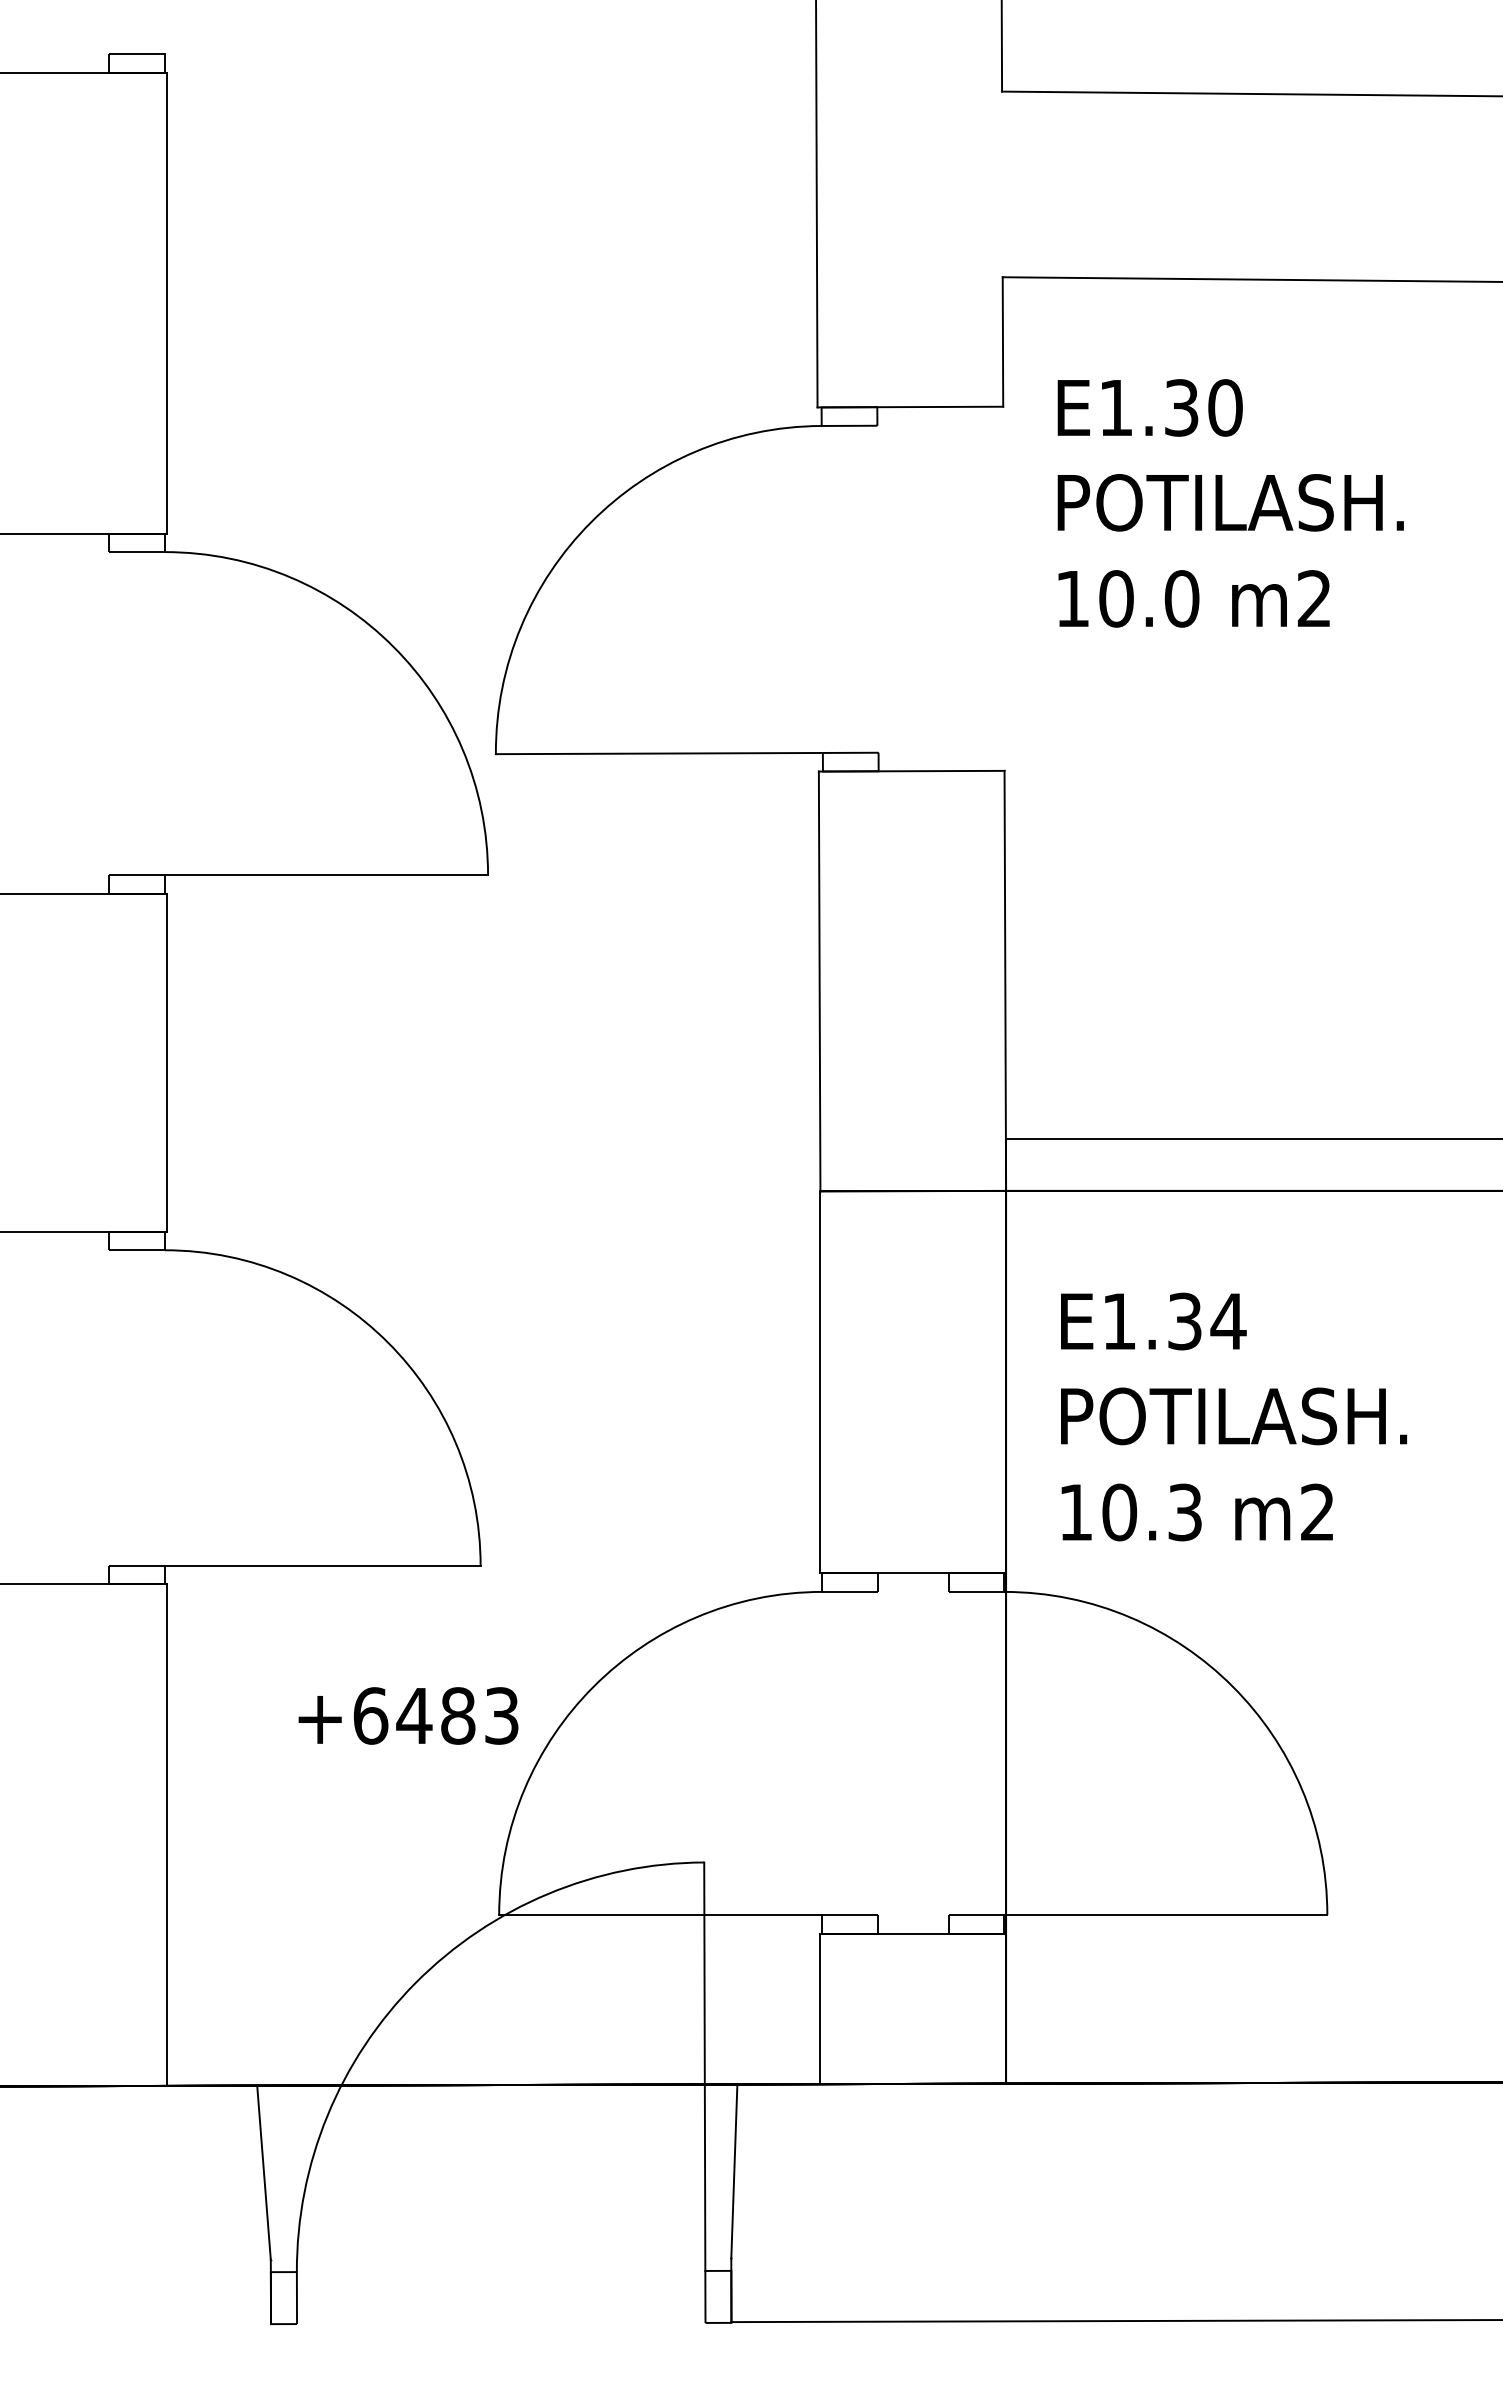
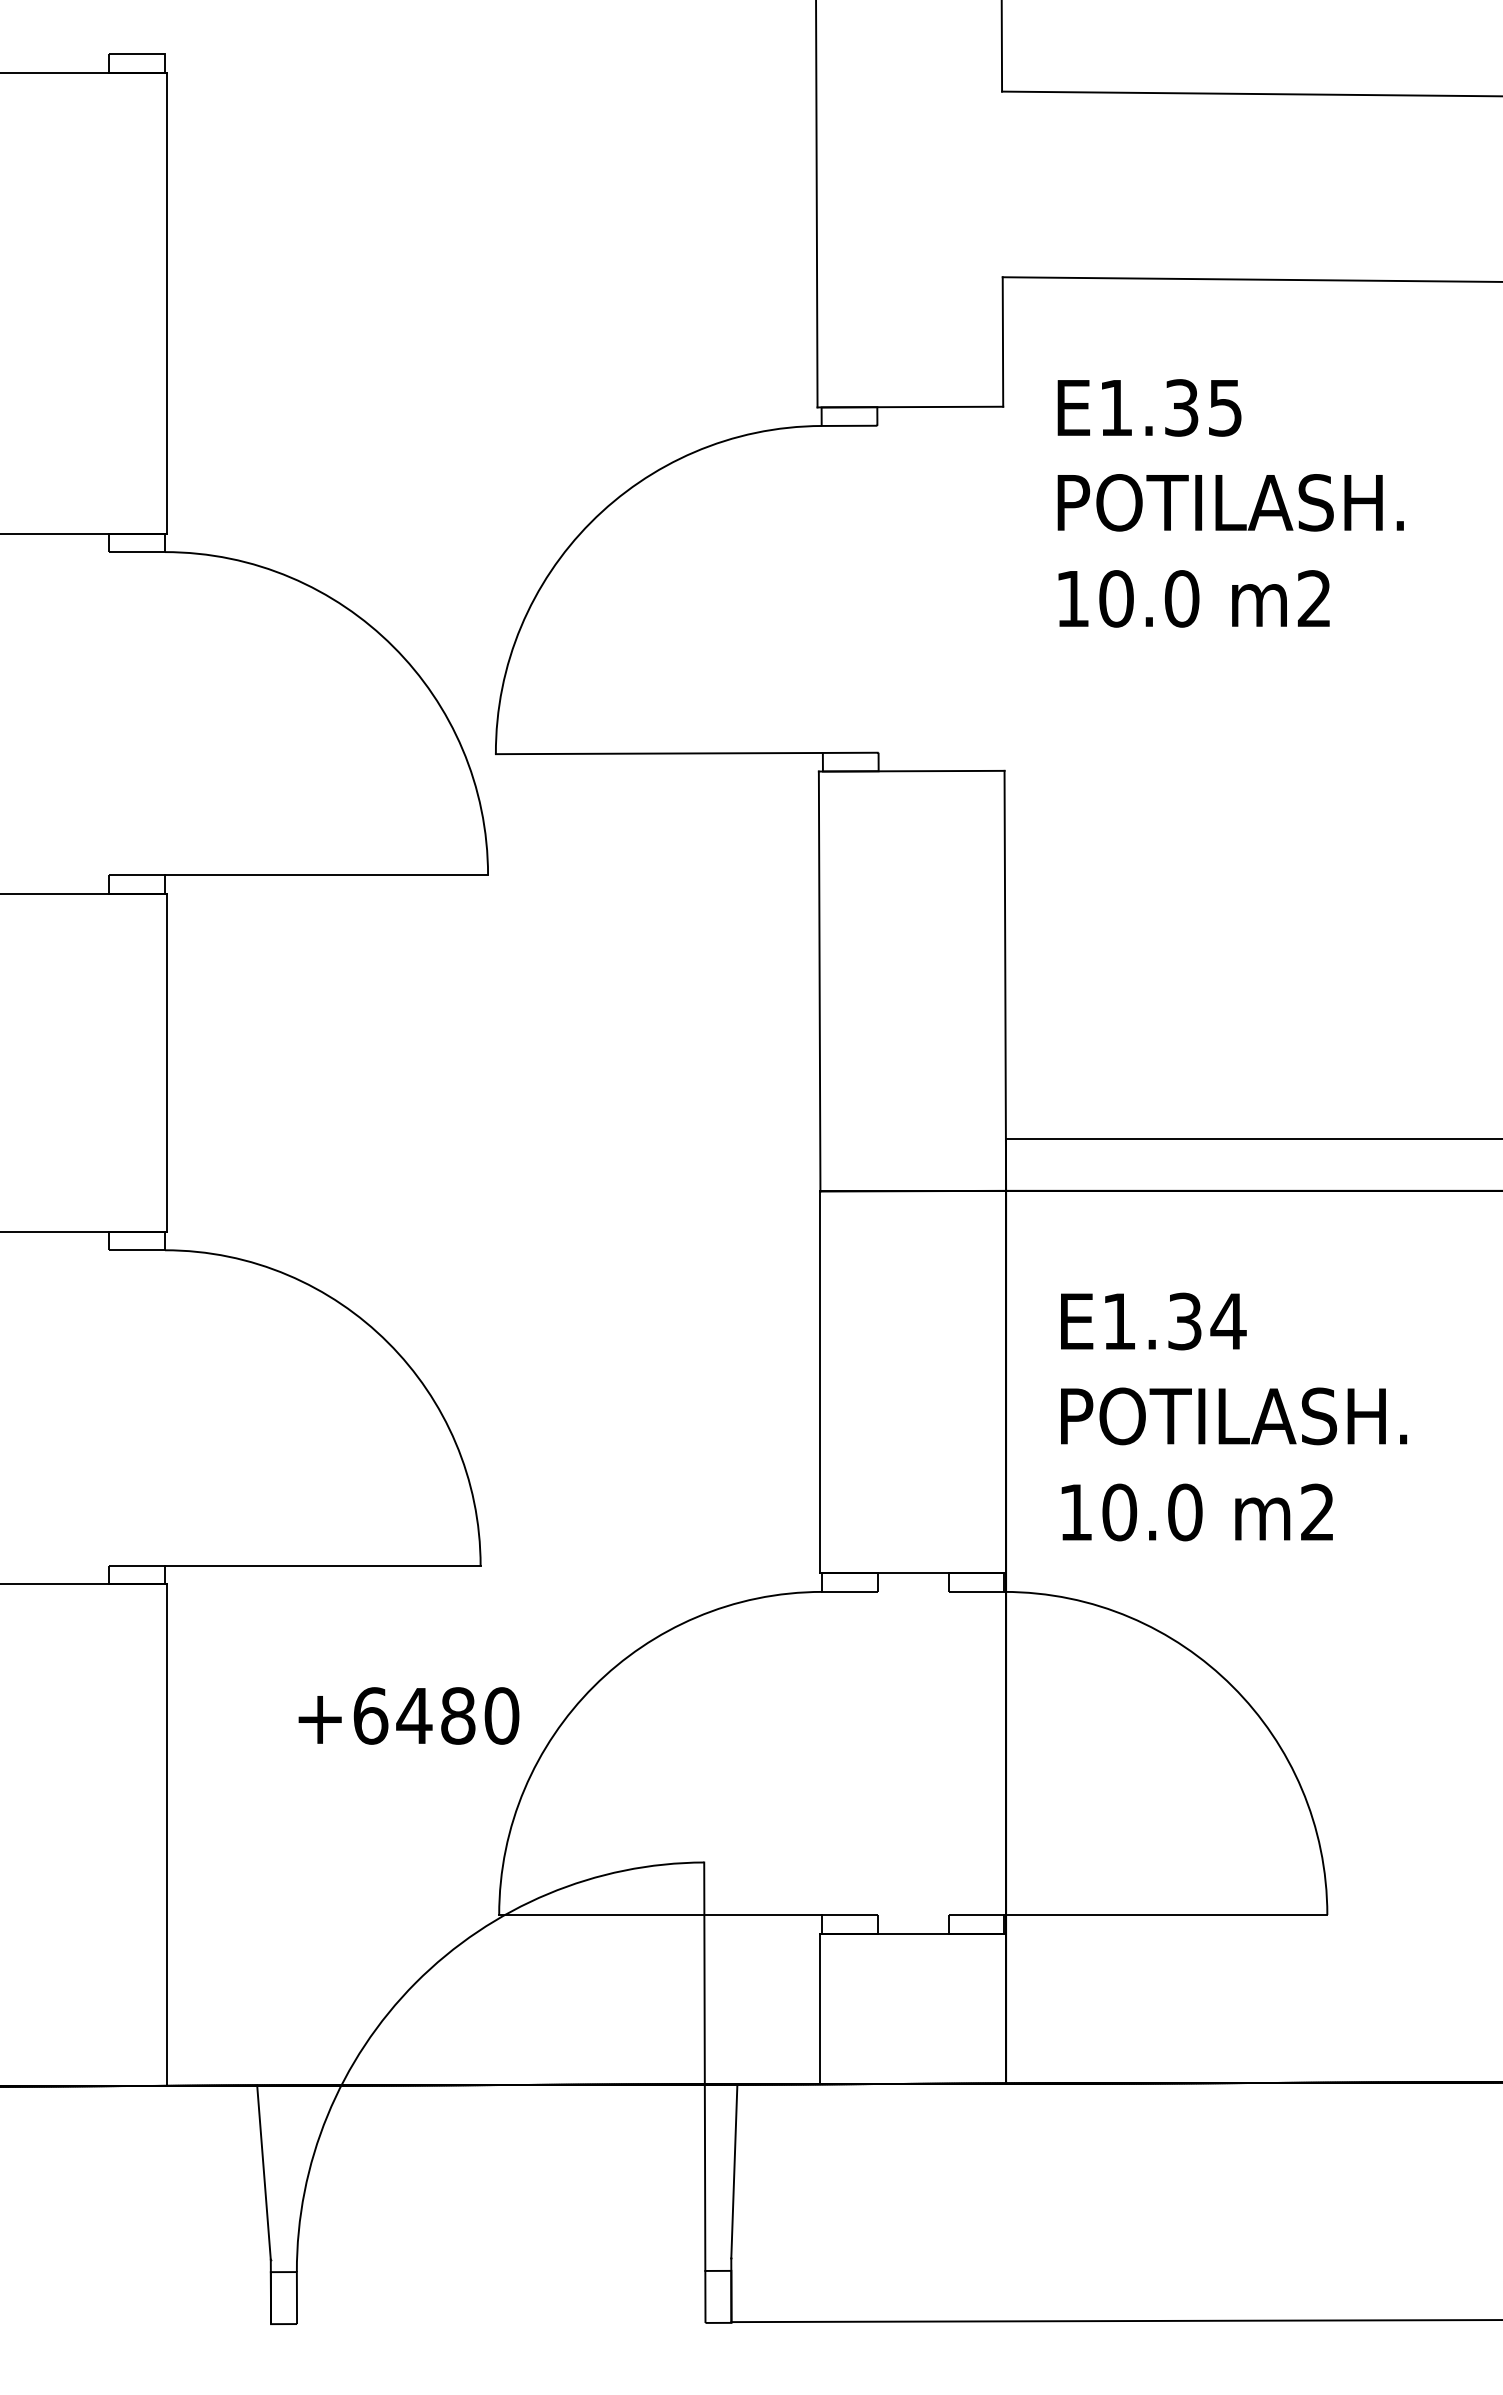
text at (1225, 407): E1.30 -> E1.35
text at (1185, 1512): 10.3 -> 10.0
text at (501, 1715): +6483 -> +6480
